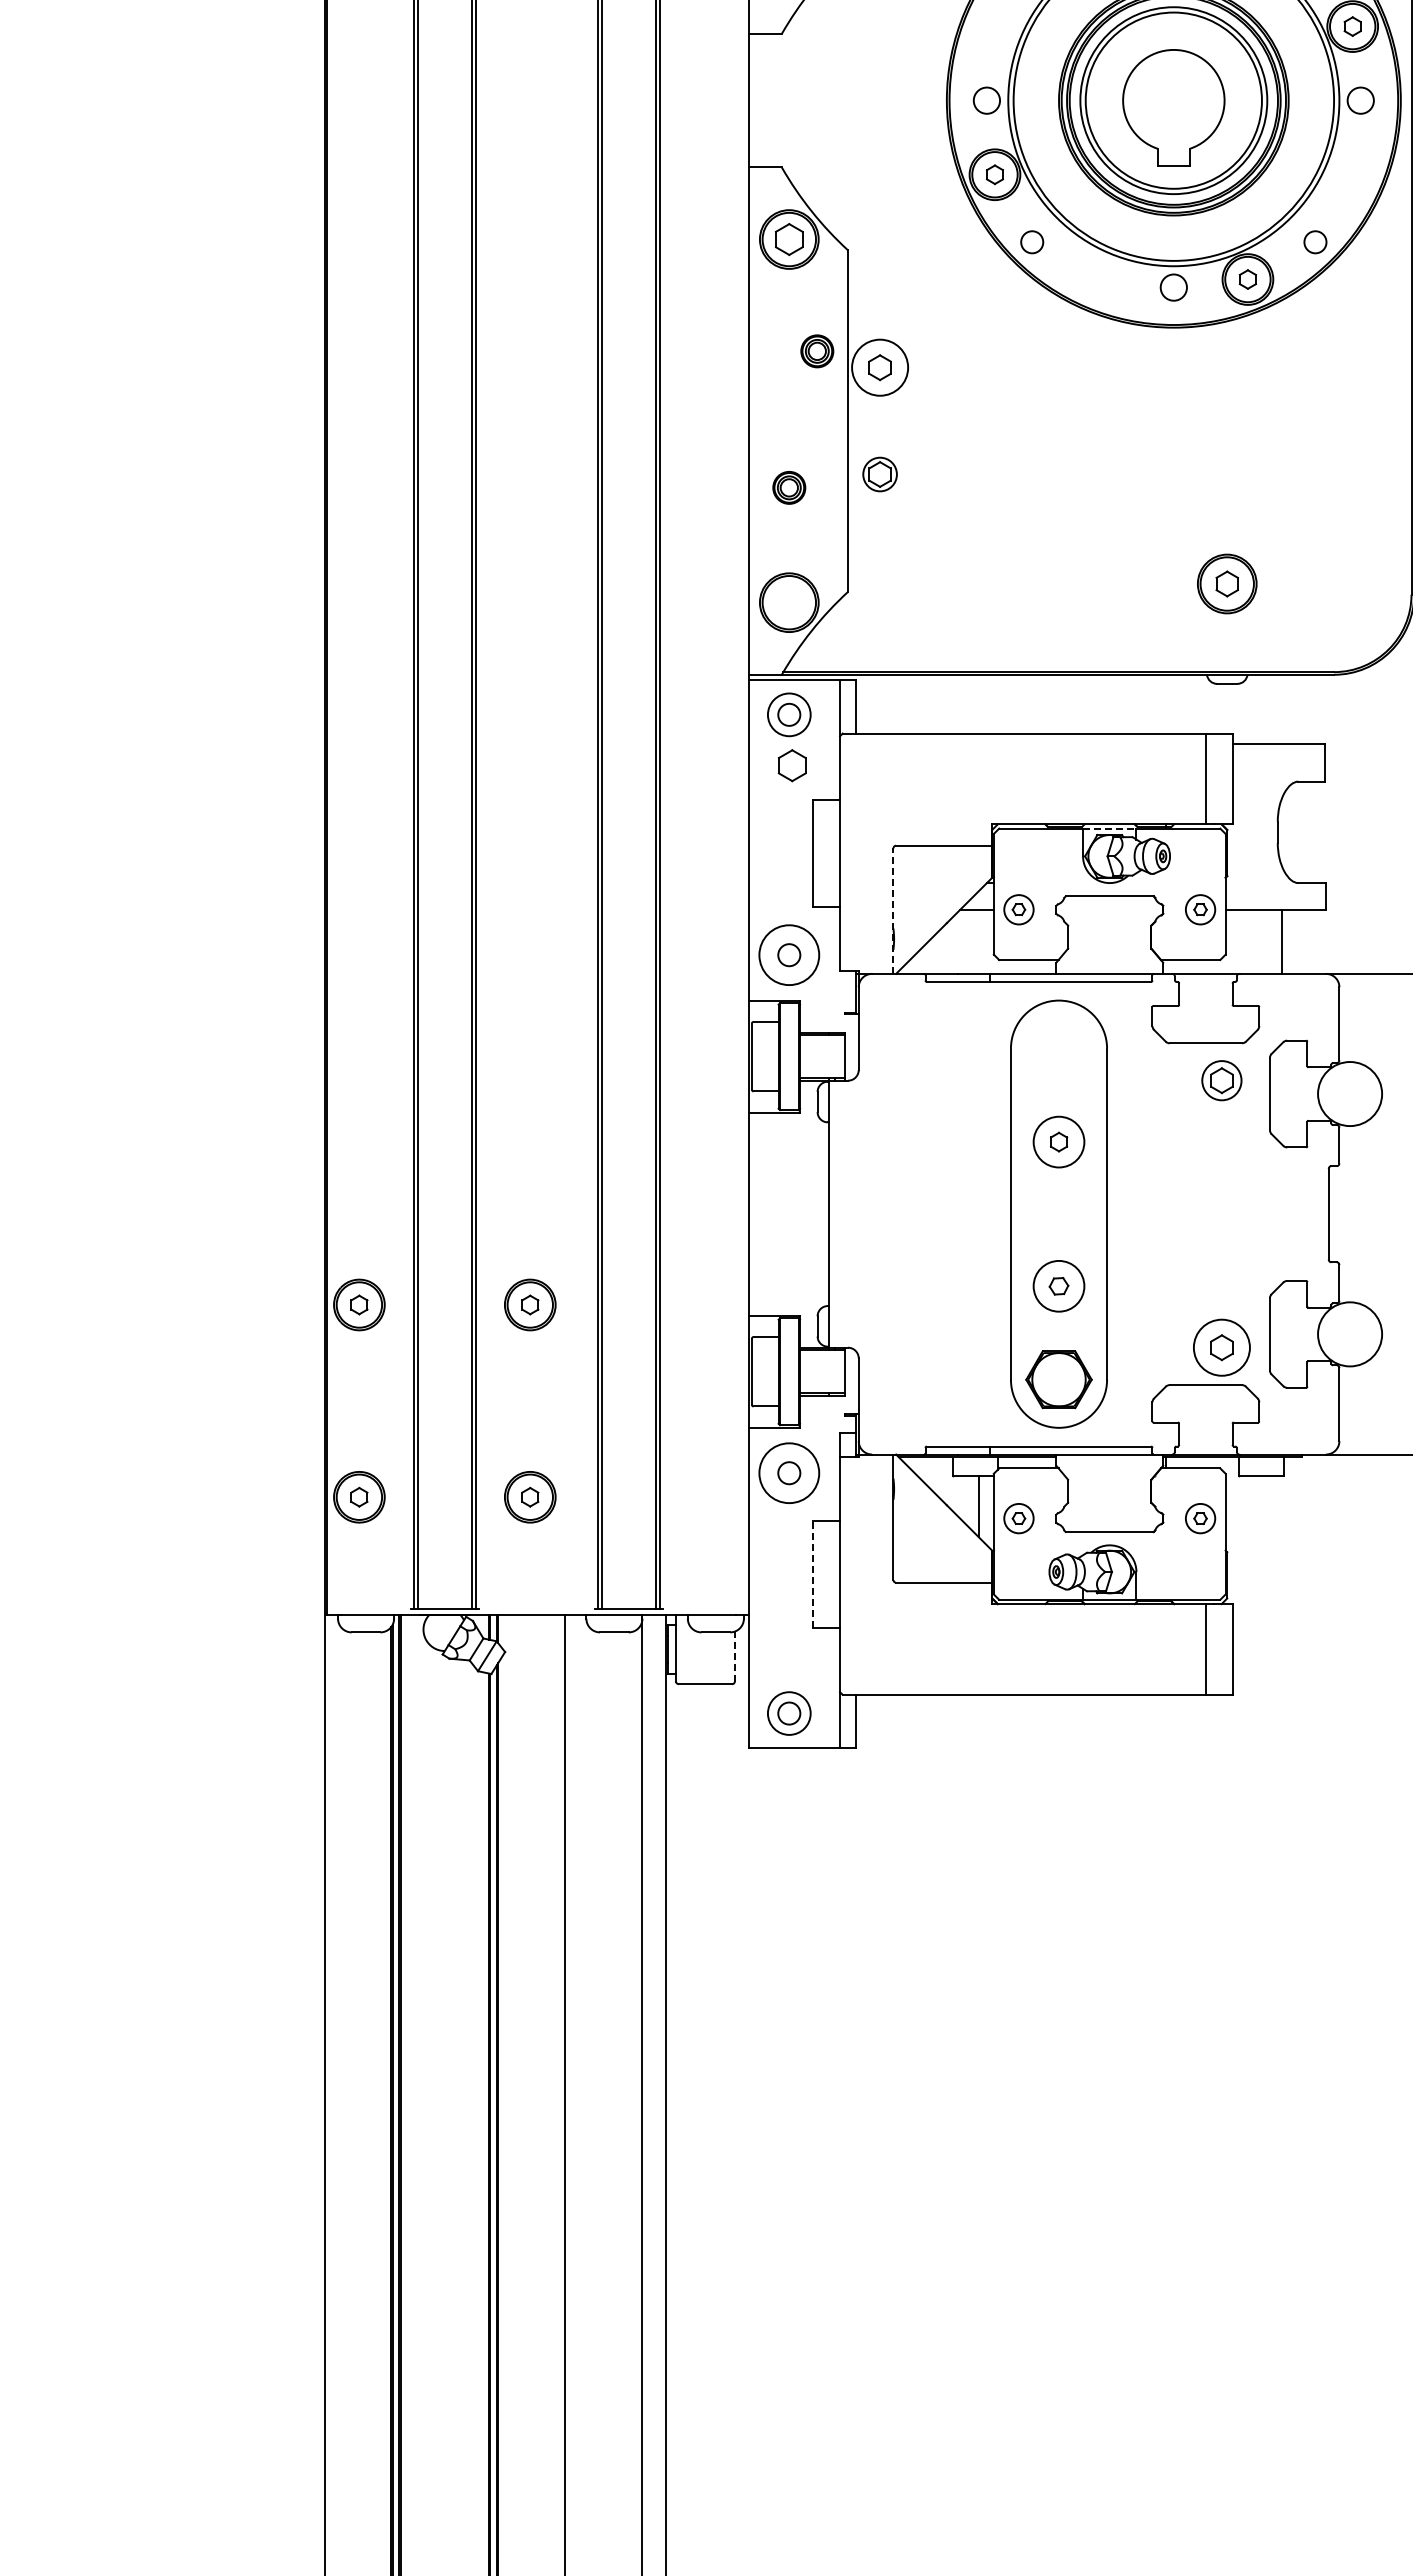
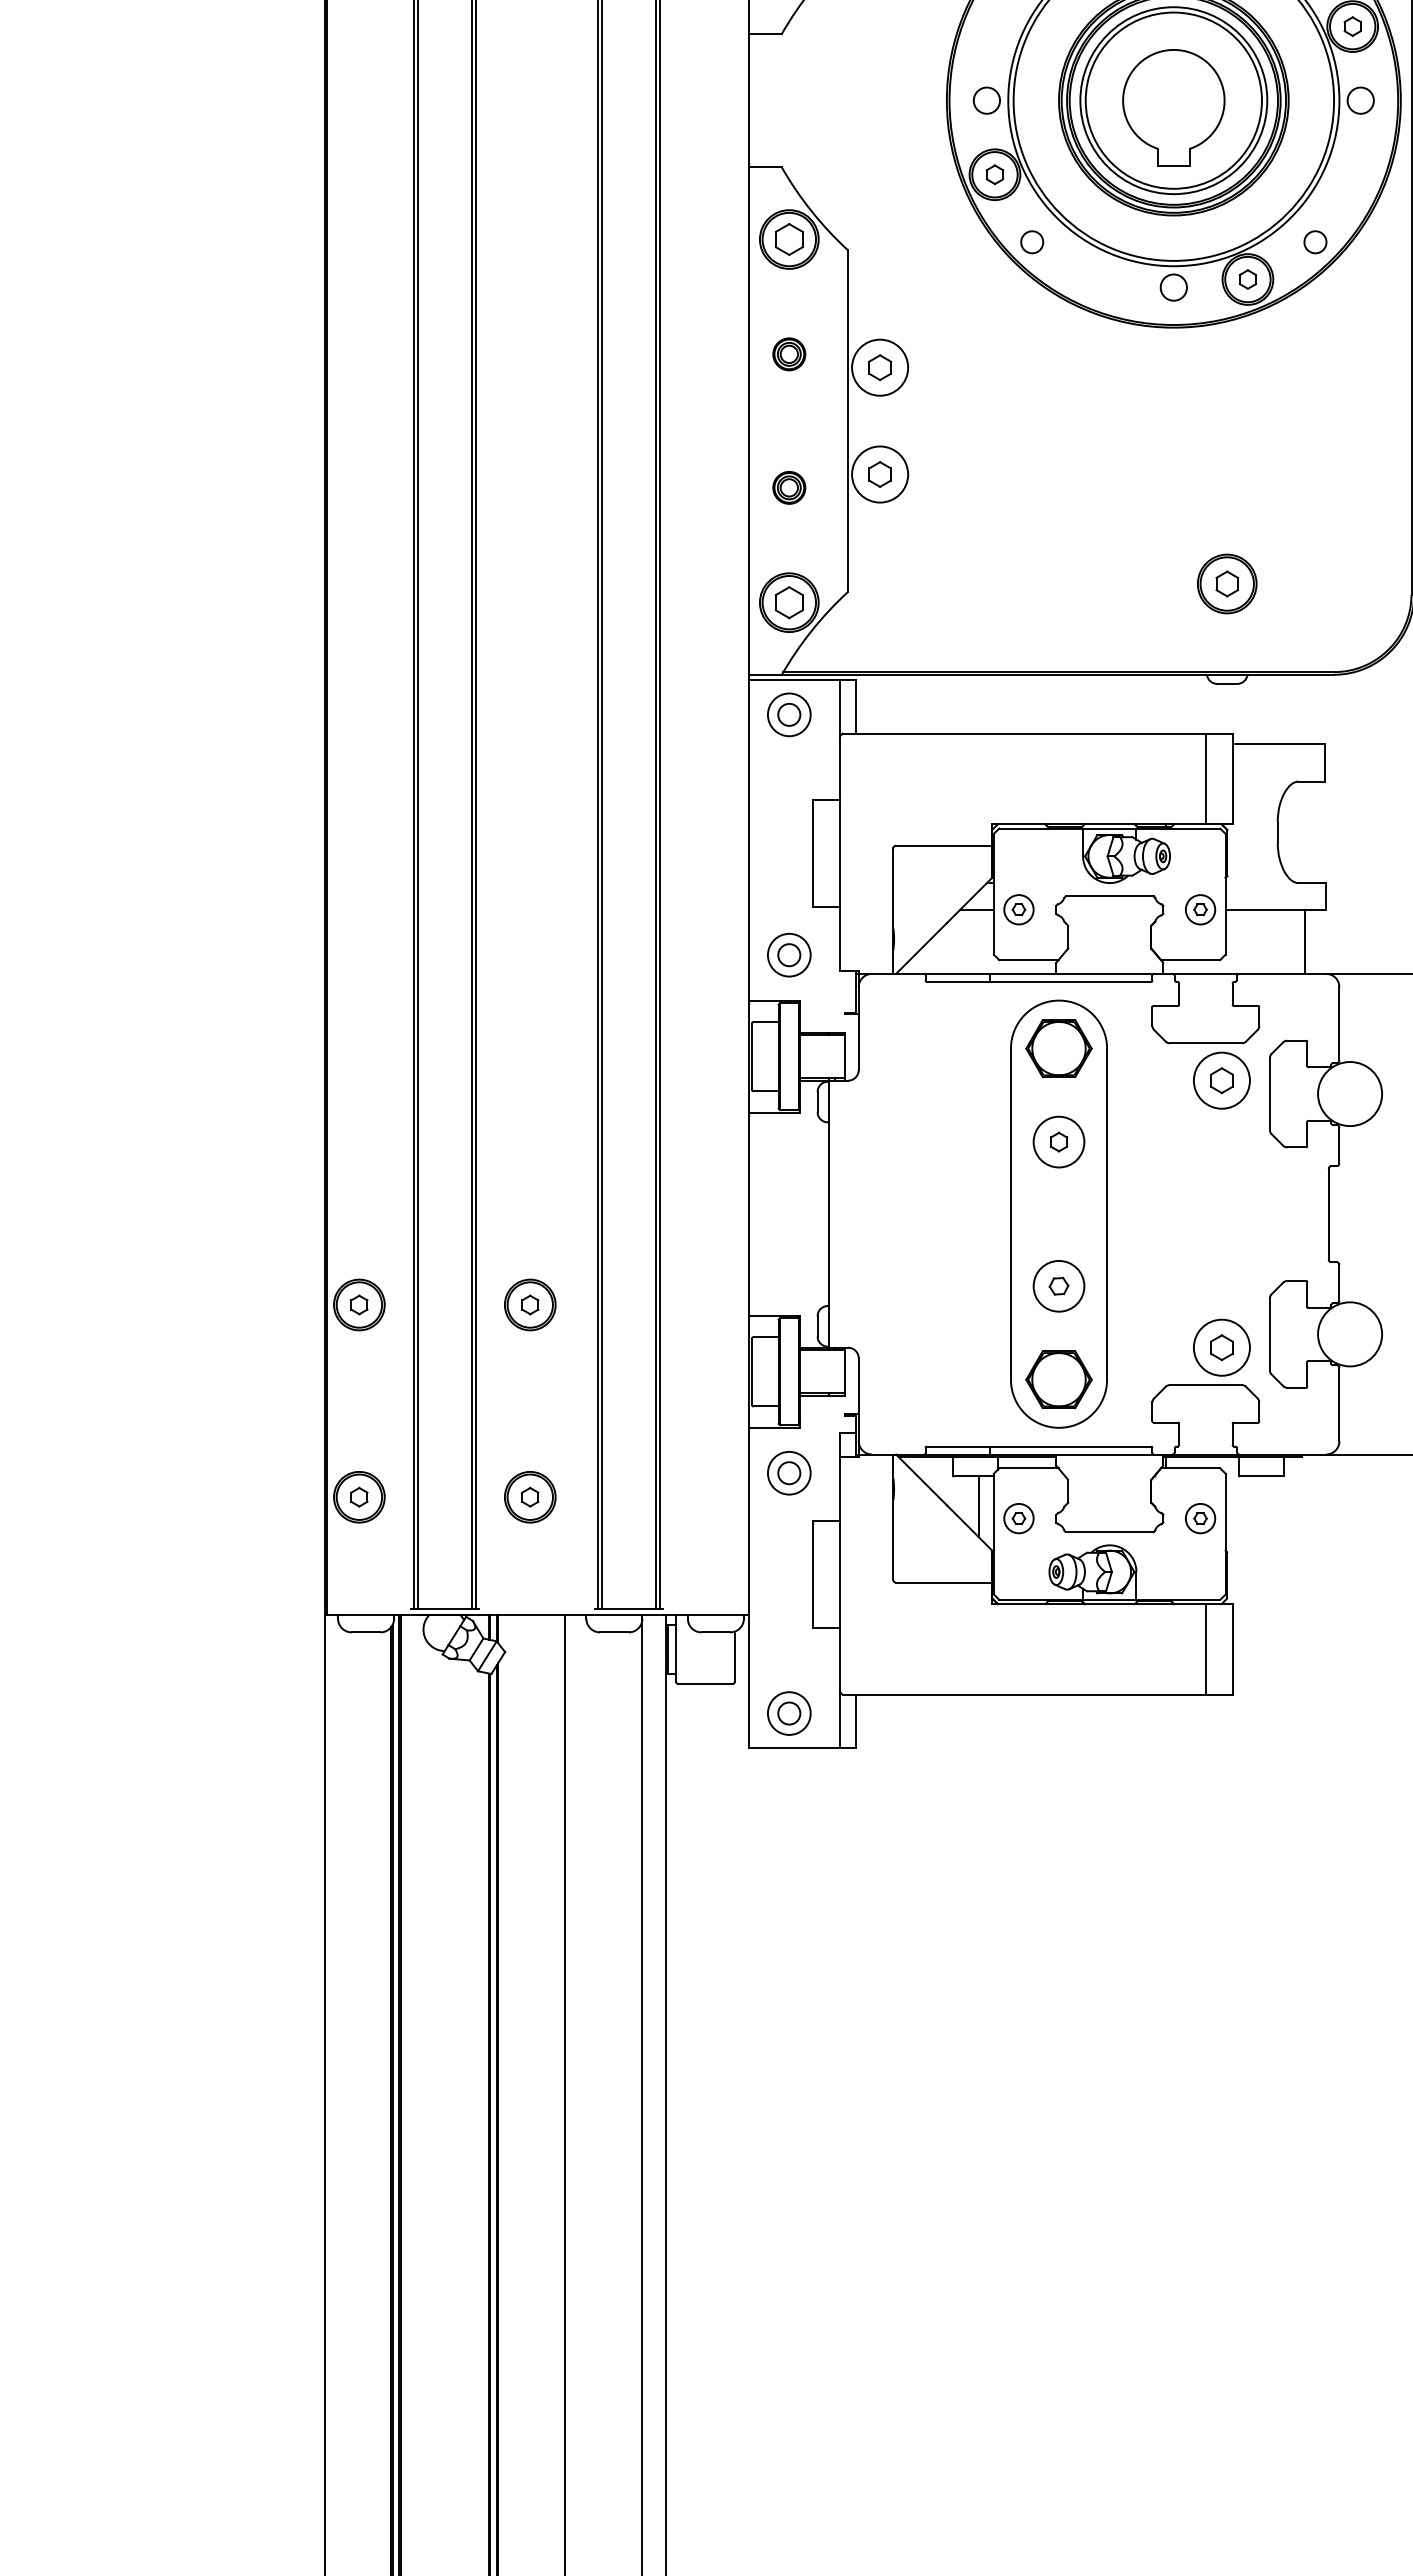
part at (817, 351) position: (817, 351) -> (789, 354)
circle at (879, 474) diameter: 34 px -> 56 px
part at (791, 765) position: (791, 765) -> (788, 602)
line at (1109, 828): dashed -> solid
line at (893, 911): dashed -> solid
line at (1281, 941) position: (1281, 941) -> (1304, 941)
circle at (789, 955) diameter: 60 px -> 43 px
part at (1058, 1048): none -> present
circle at (1221, 1080) diameter: 39 px -> 56 px
circle at (789, 1473) diameter: 60 px -> 43 px
line at (813, 1574): dashed -> solid
line at (734, 1656): dashed -> solid
